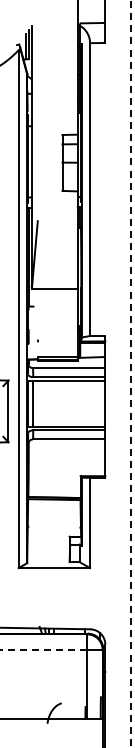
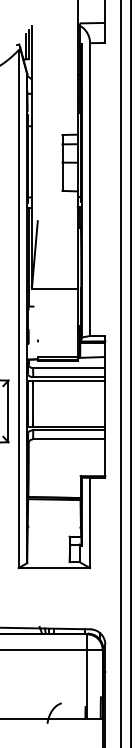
line at (120, 373): none -> present
line at (130, 374): dashed -> solid
line at (43, 649): dashed -> solid
